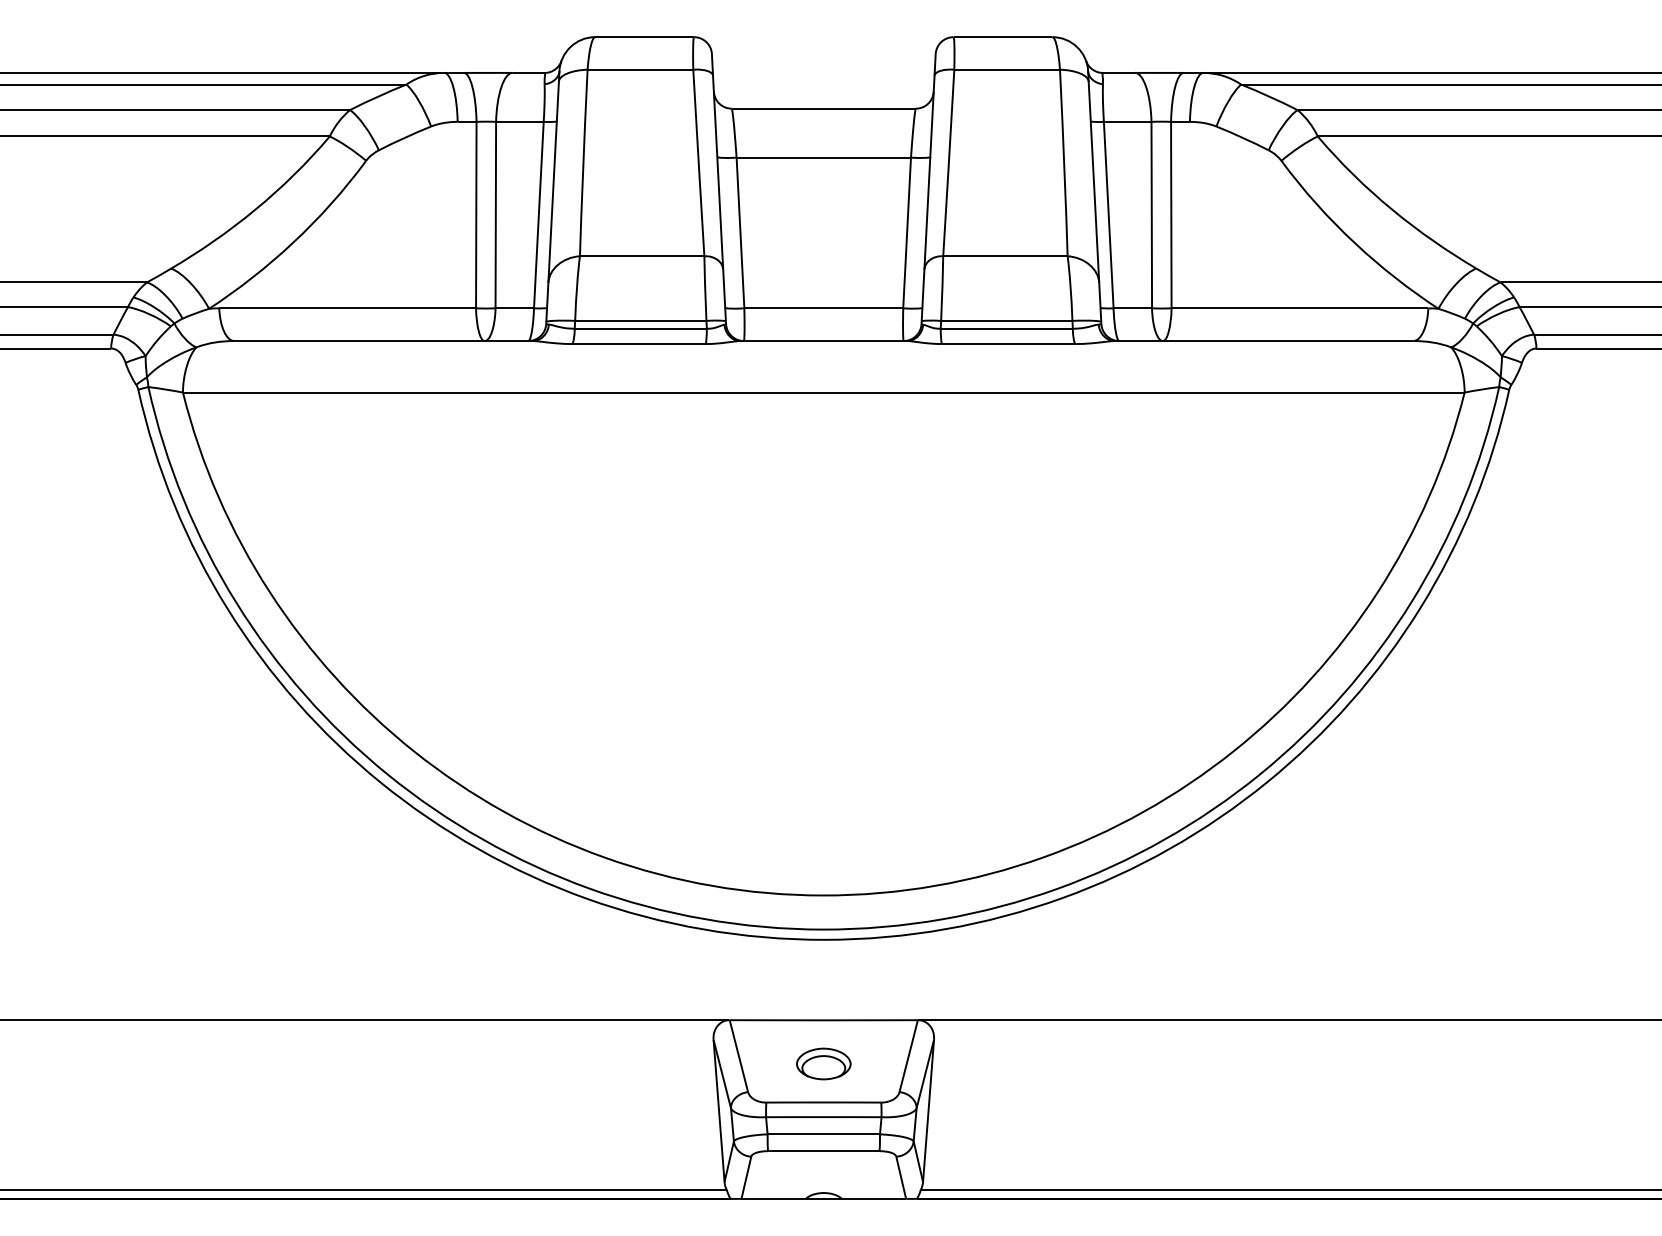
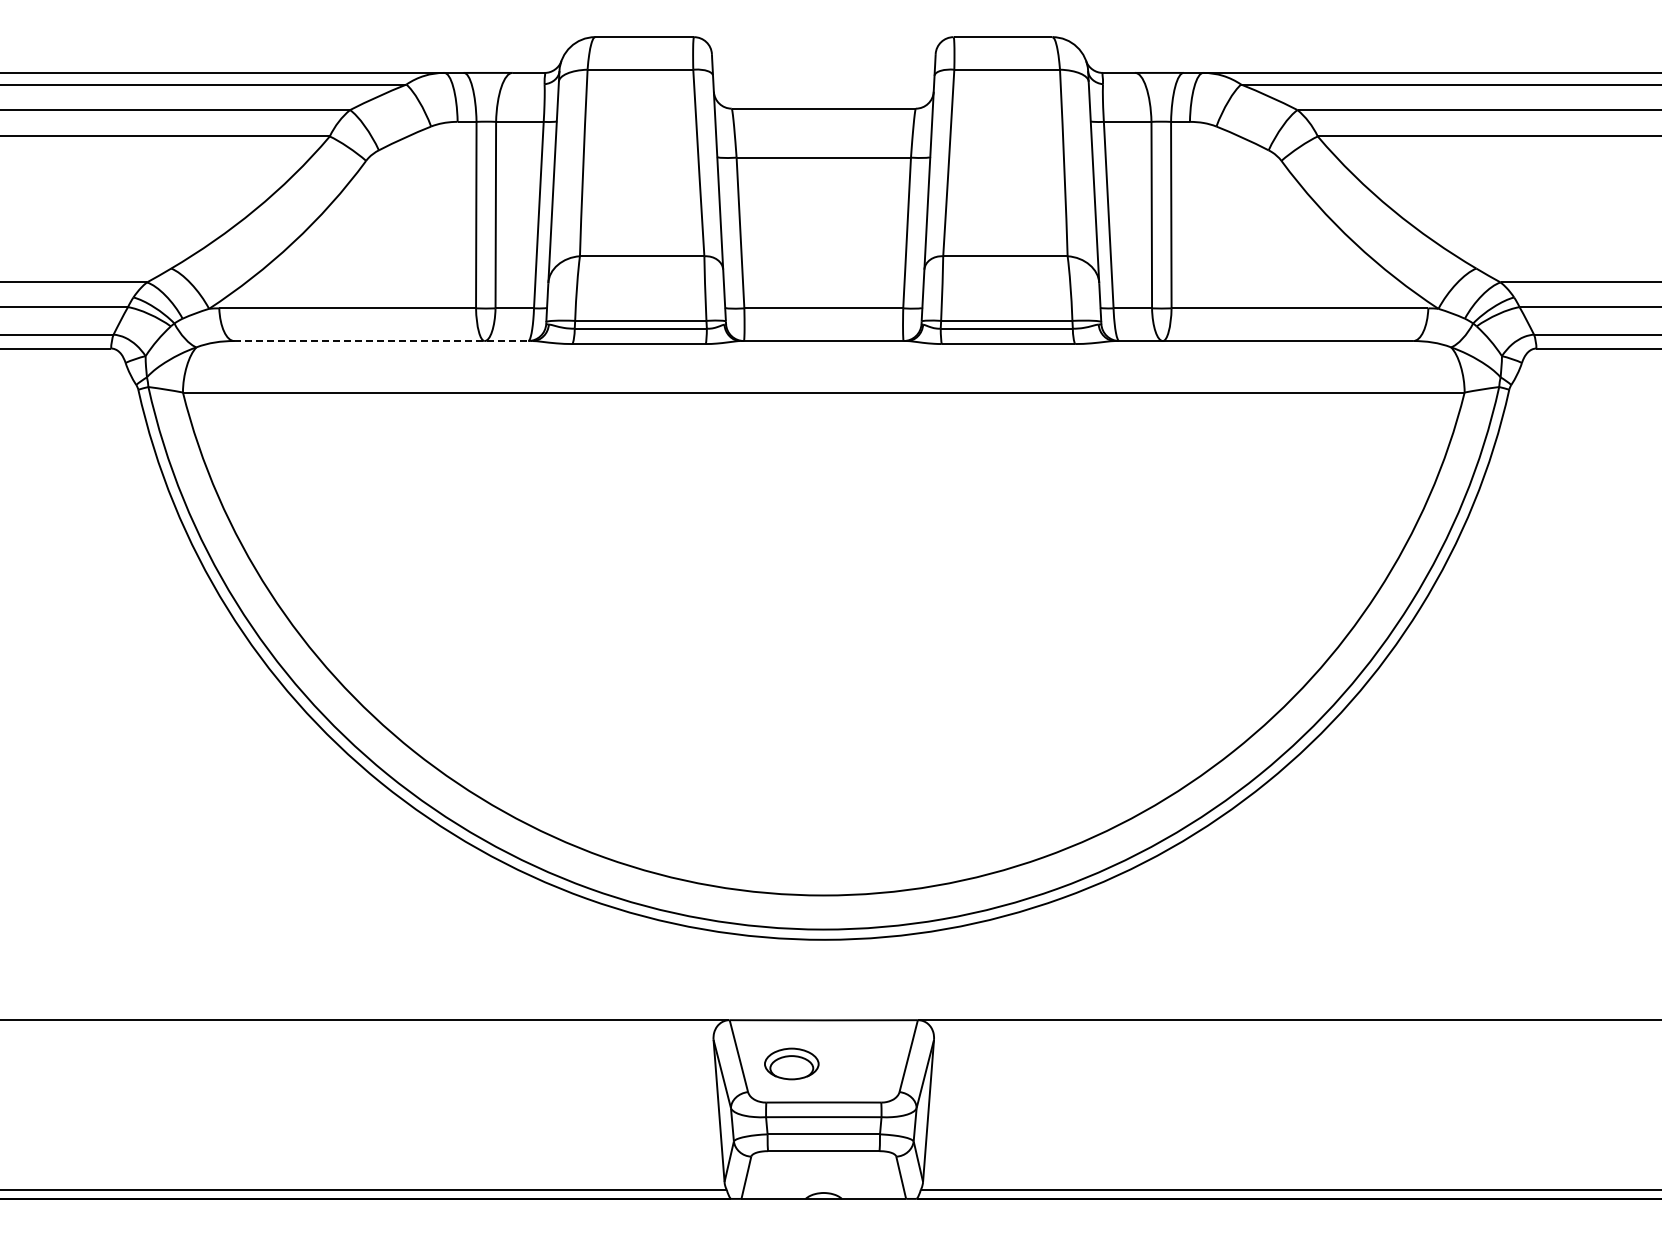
line at (383, 341): solid -> dashed
part at (823, 1063) position: (823, 1063) -> (791, 1063)
